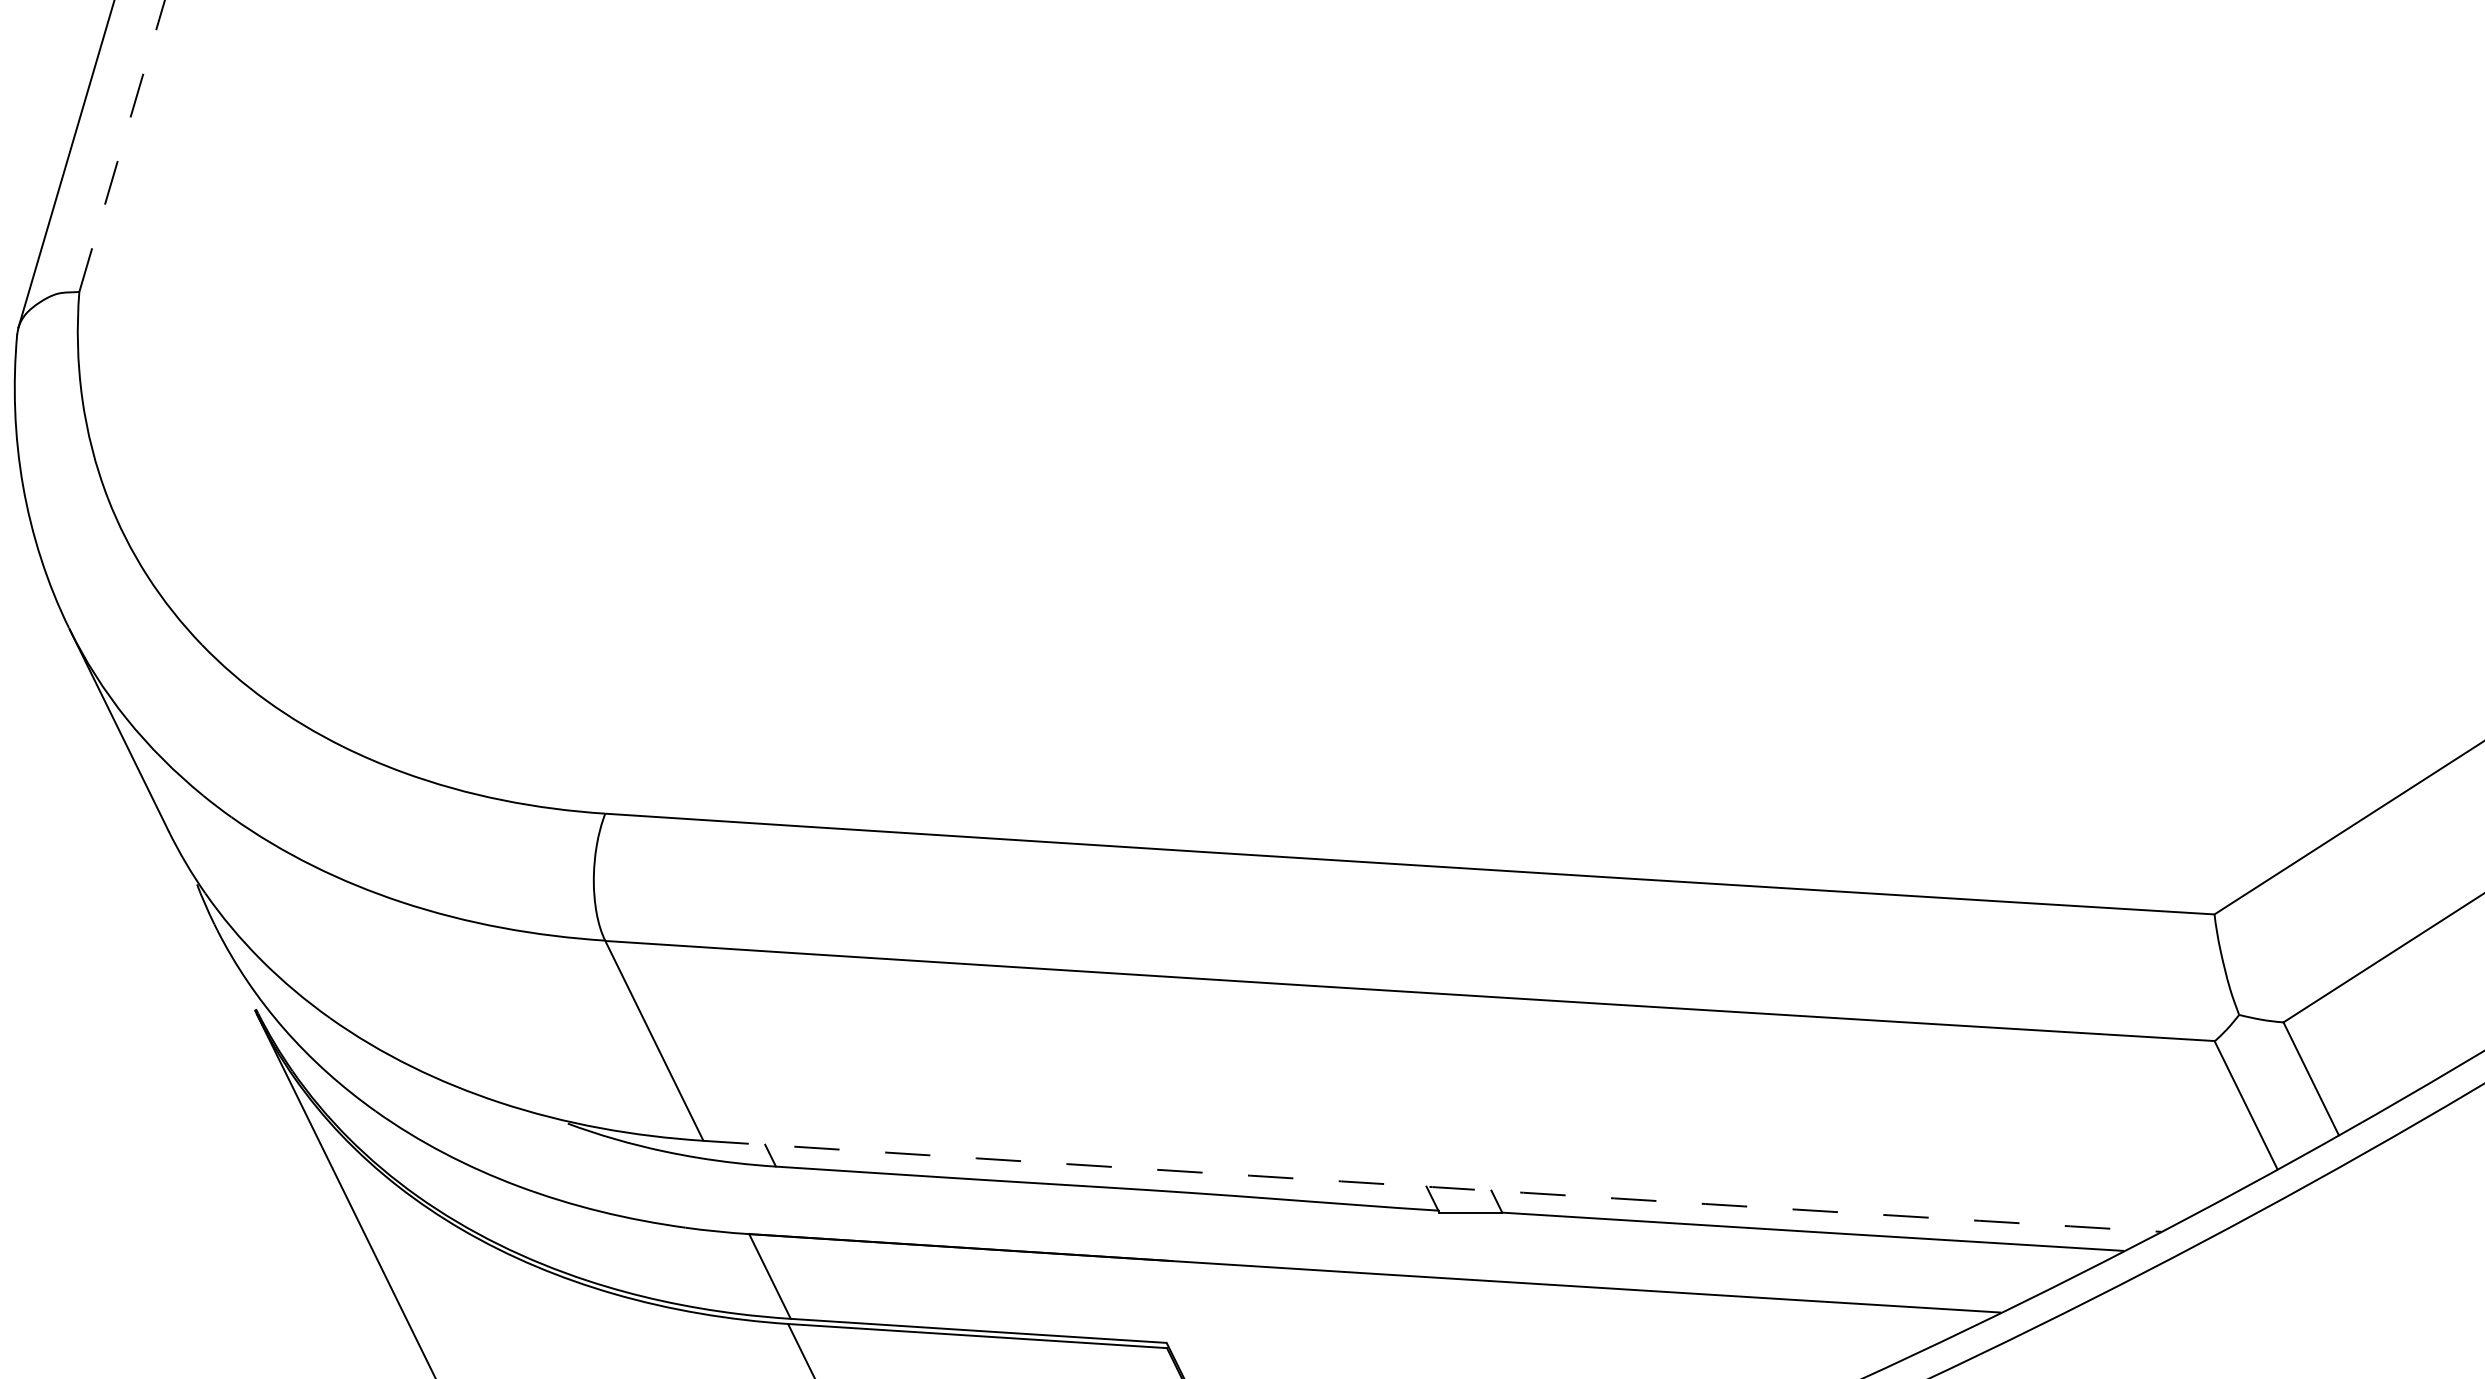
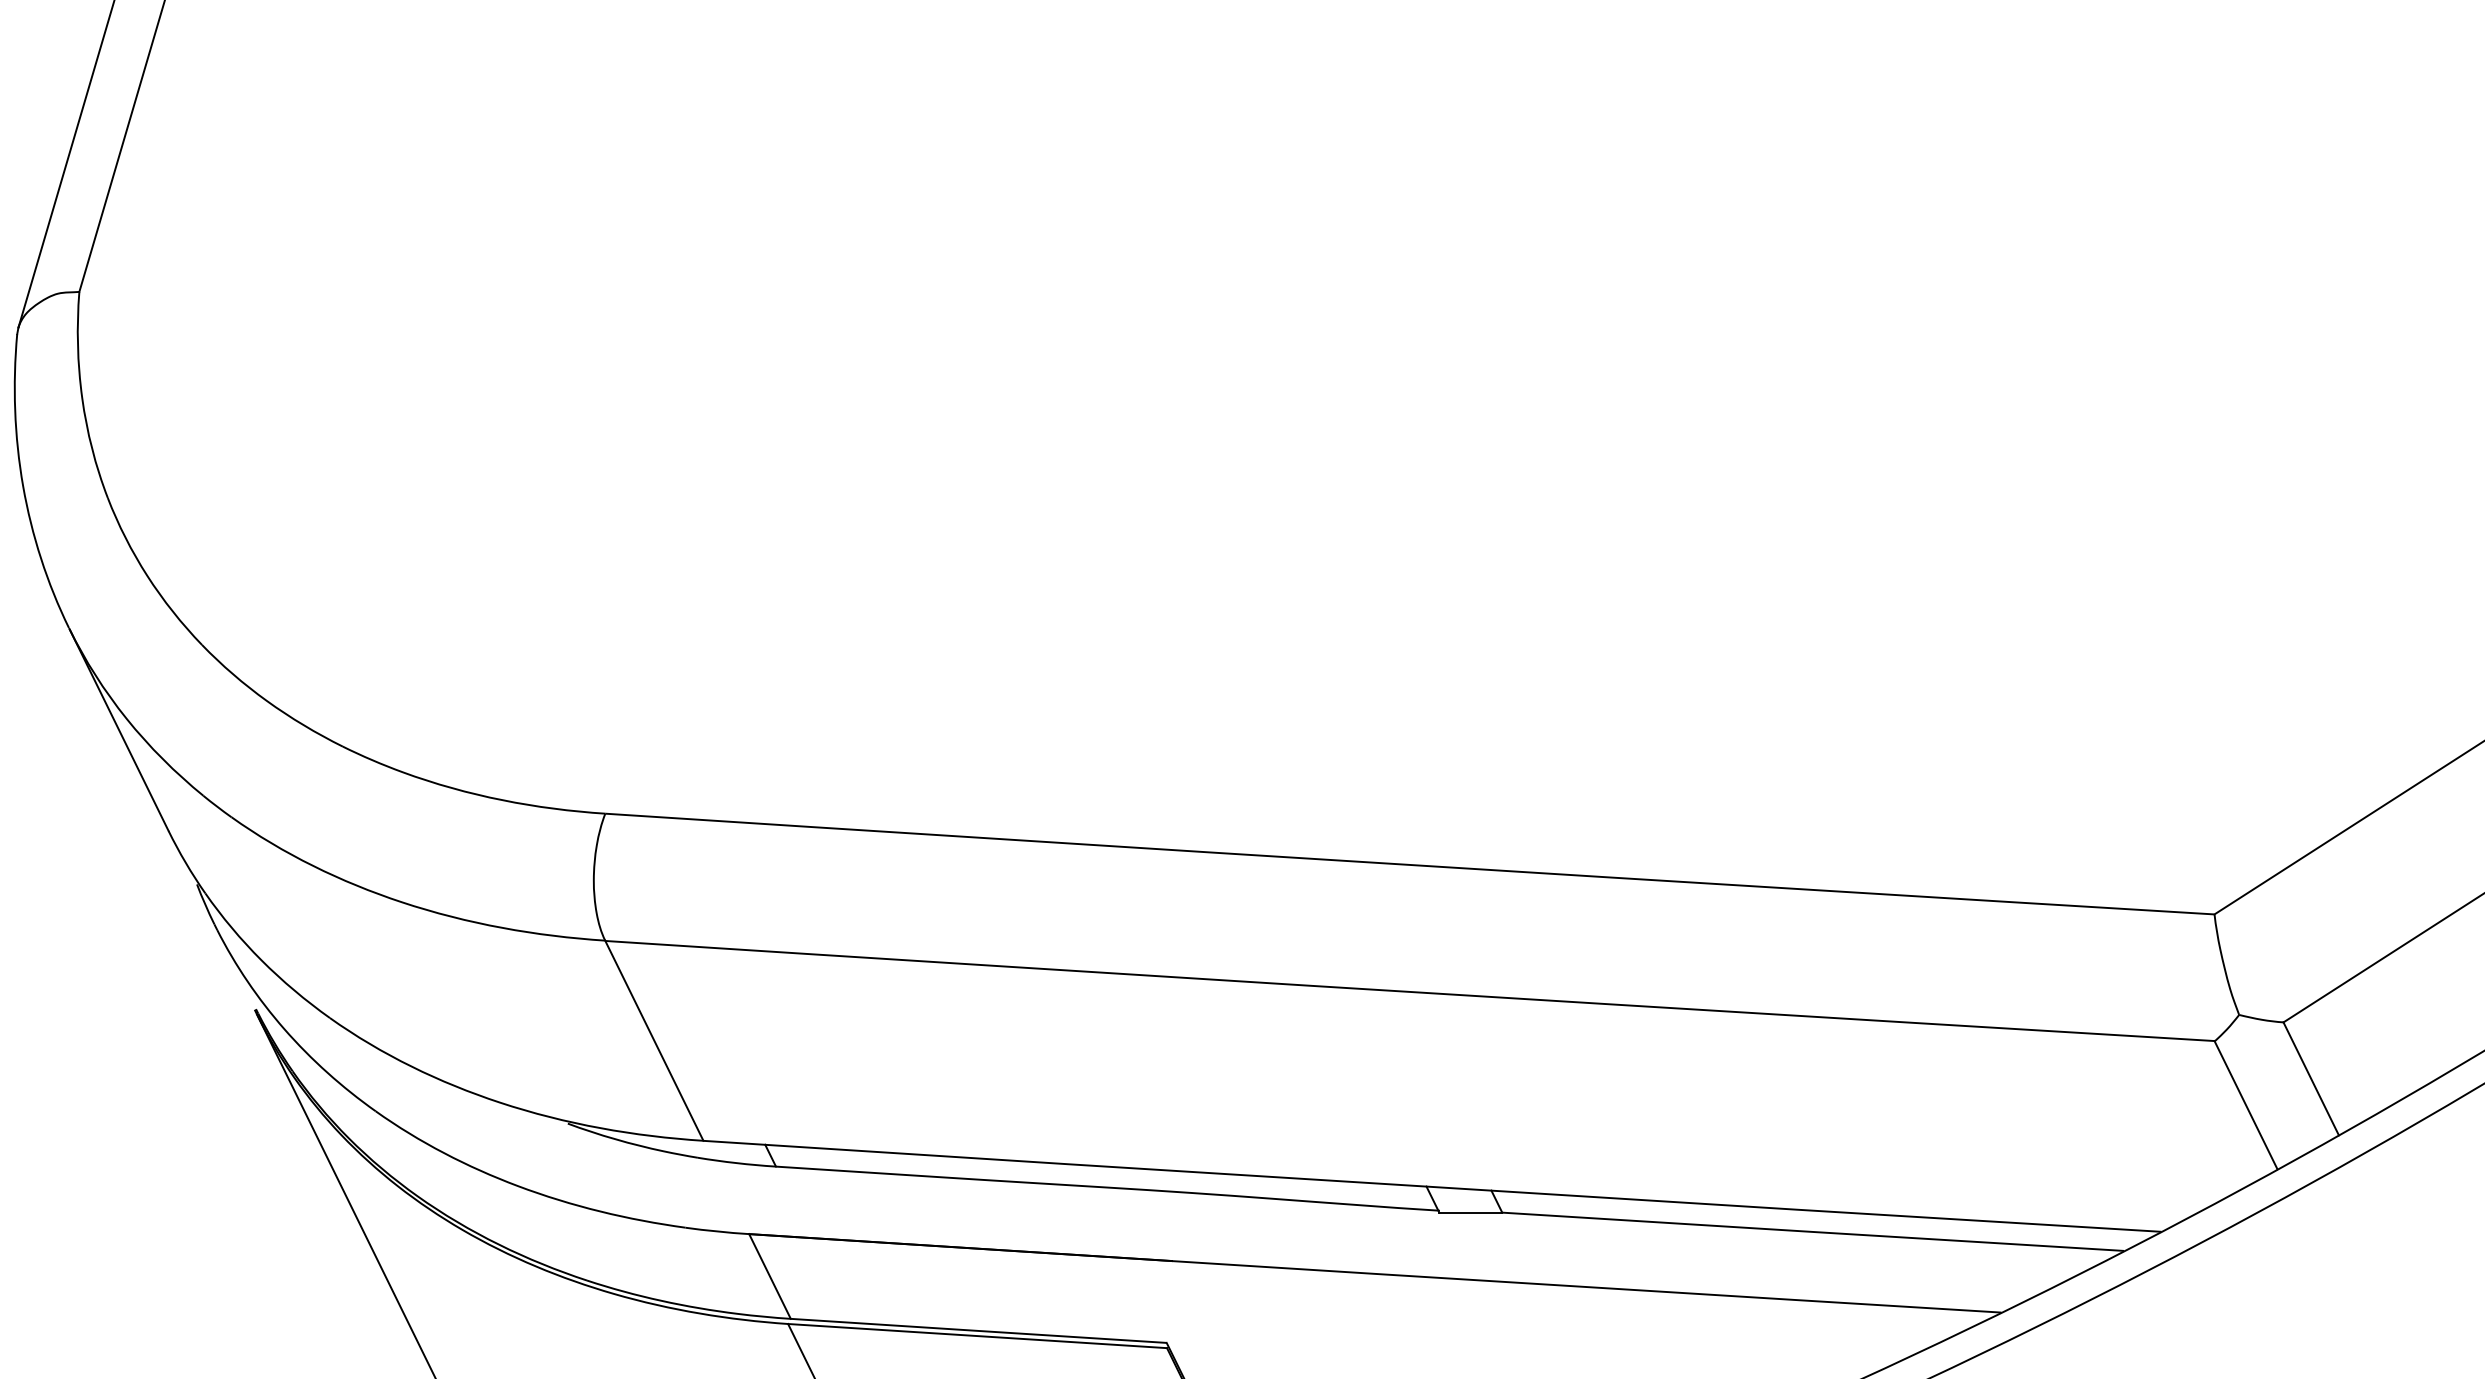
line at (122, 146): dashed -> solid
arc at (1432, 1187): dashed -> solid
